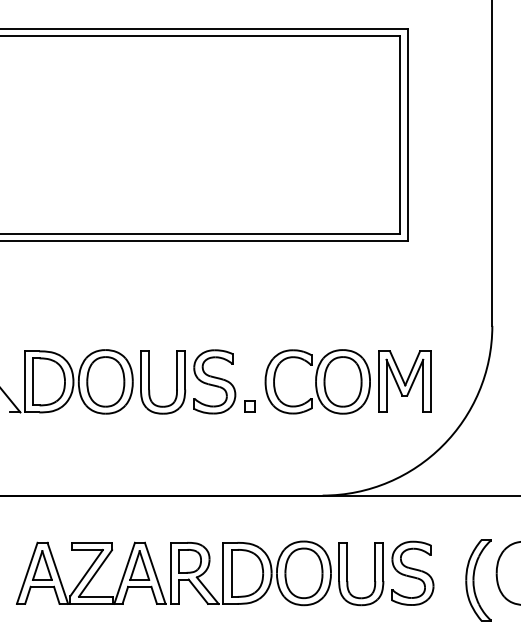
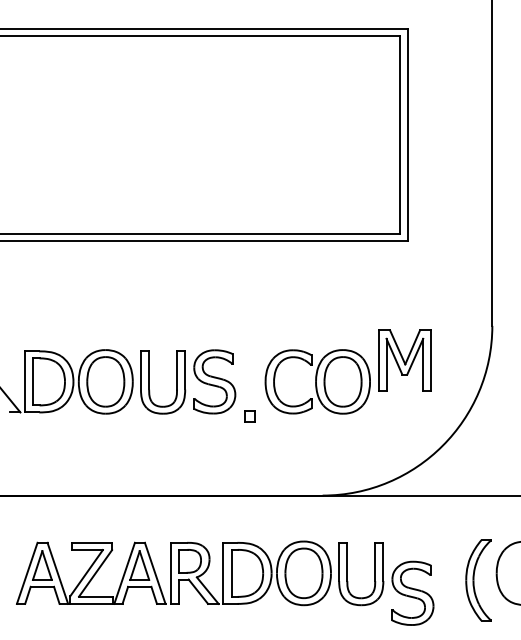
part at (404, 381) position: (404, 381) -> (404, 360)
part at (249, 406) position: (249, 406) -> (249, 416)
part at (412, 572) position: (412, 572) -> (412, 592)
